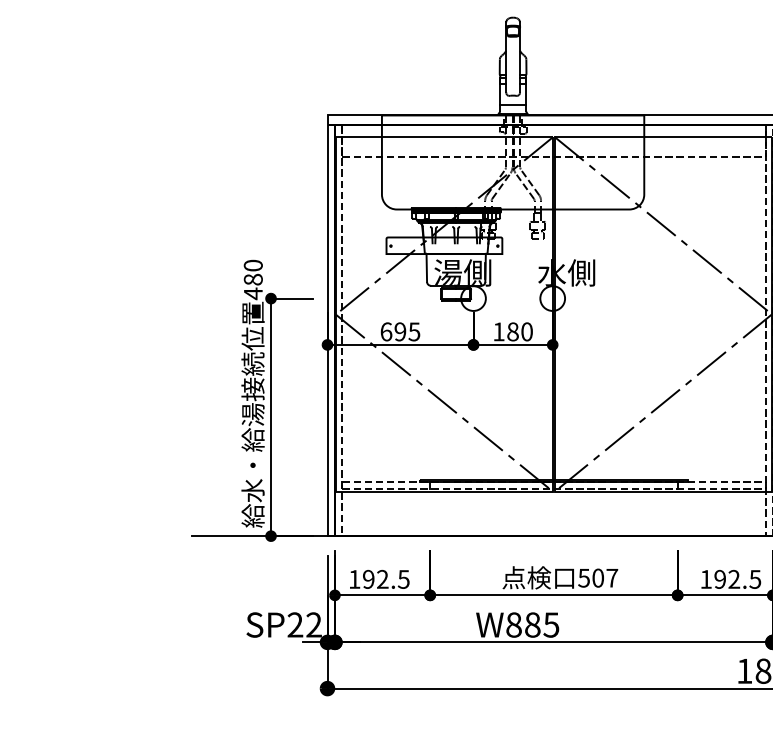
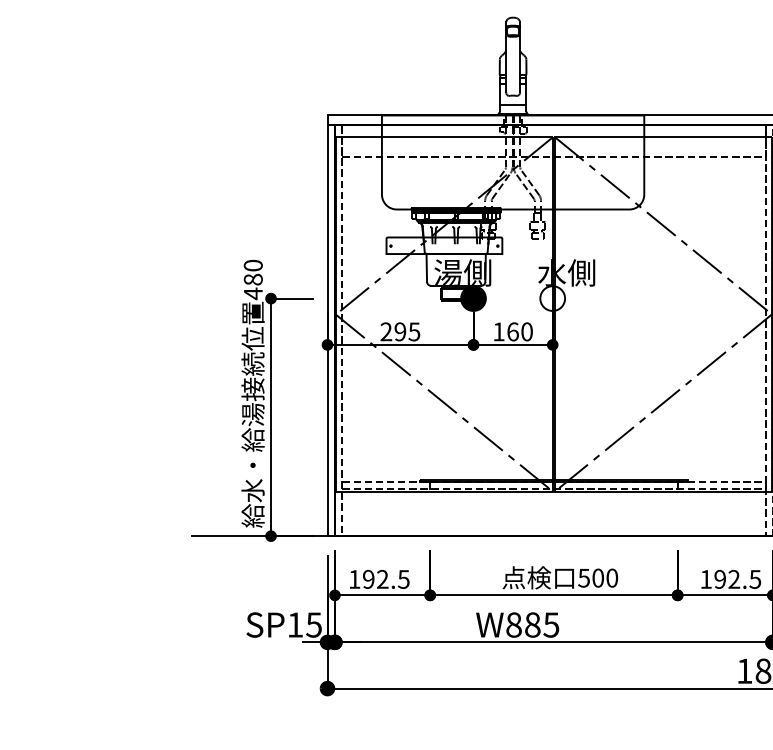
fill at (473, 298): none -> present
text at (386, 331): 695 -> 295
text at (512, 331): 180 -> 160
text at (612, 577): 507 -> 500
text at (304, 624): SP22 -> SP15
